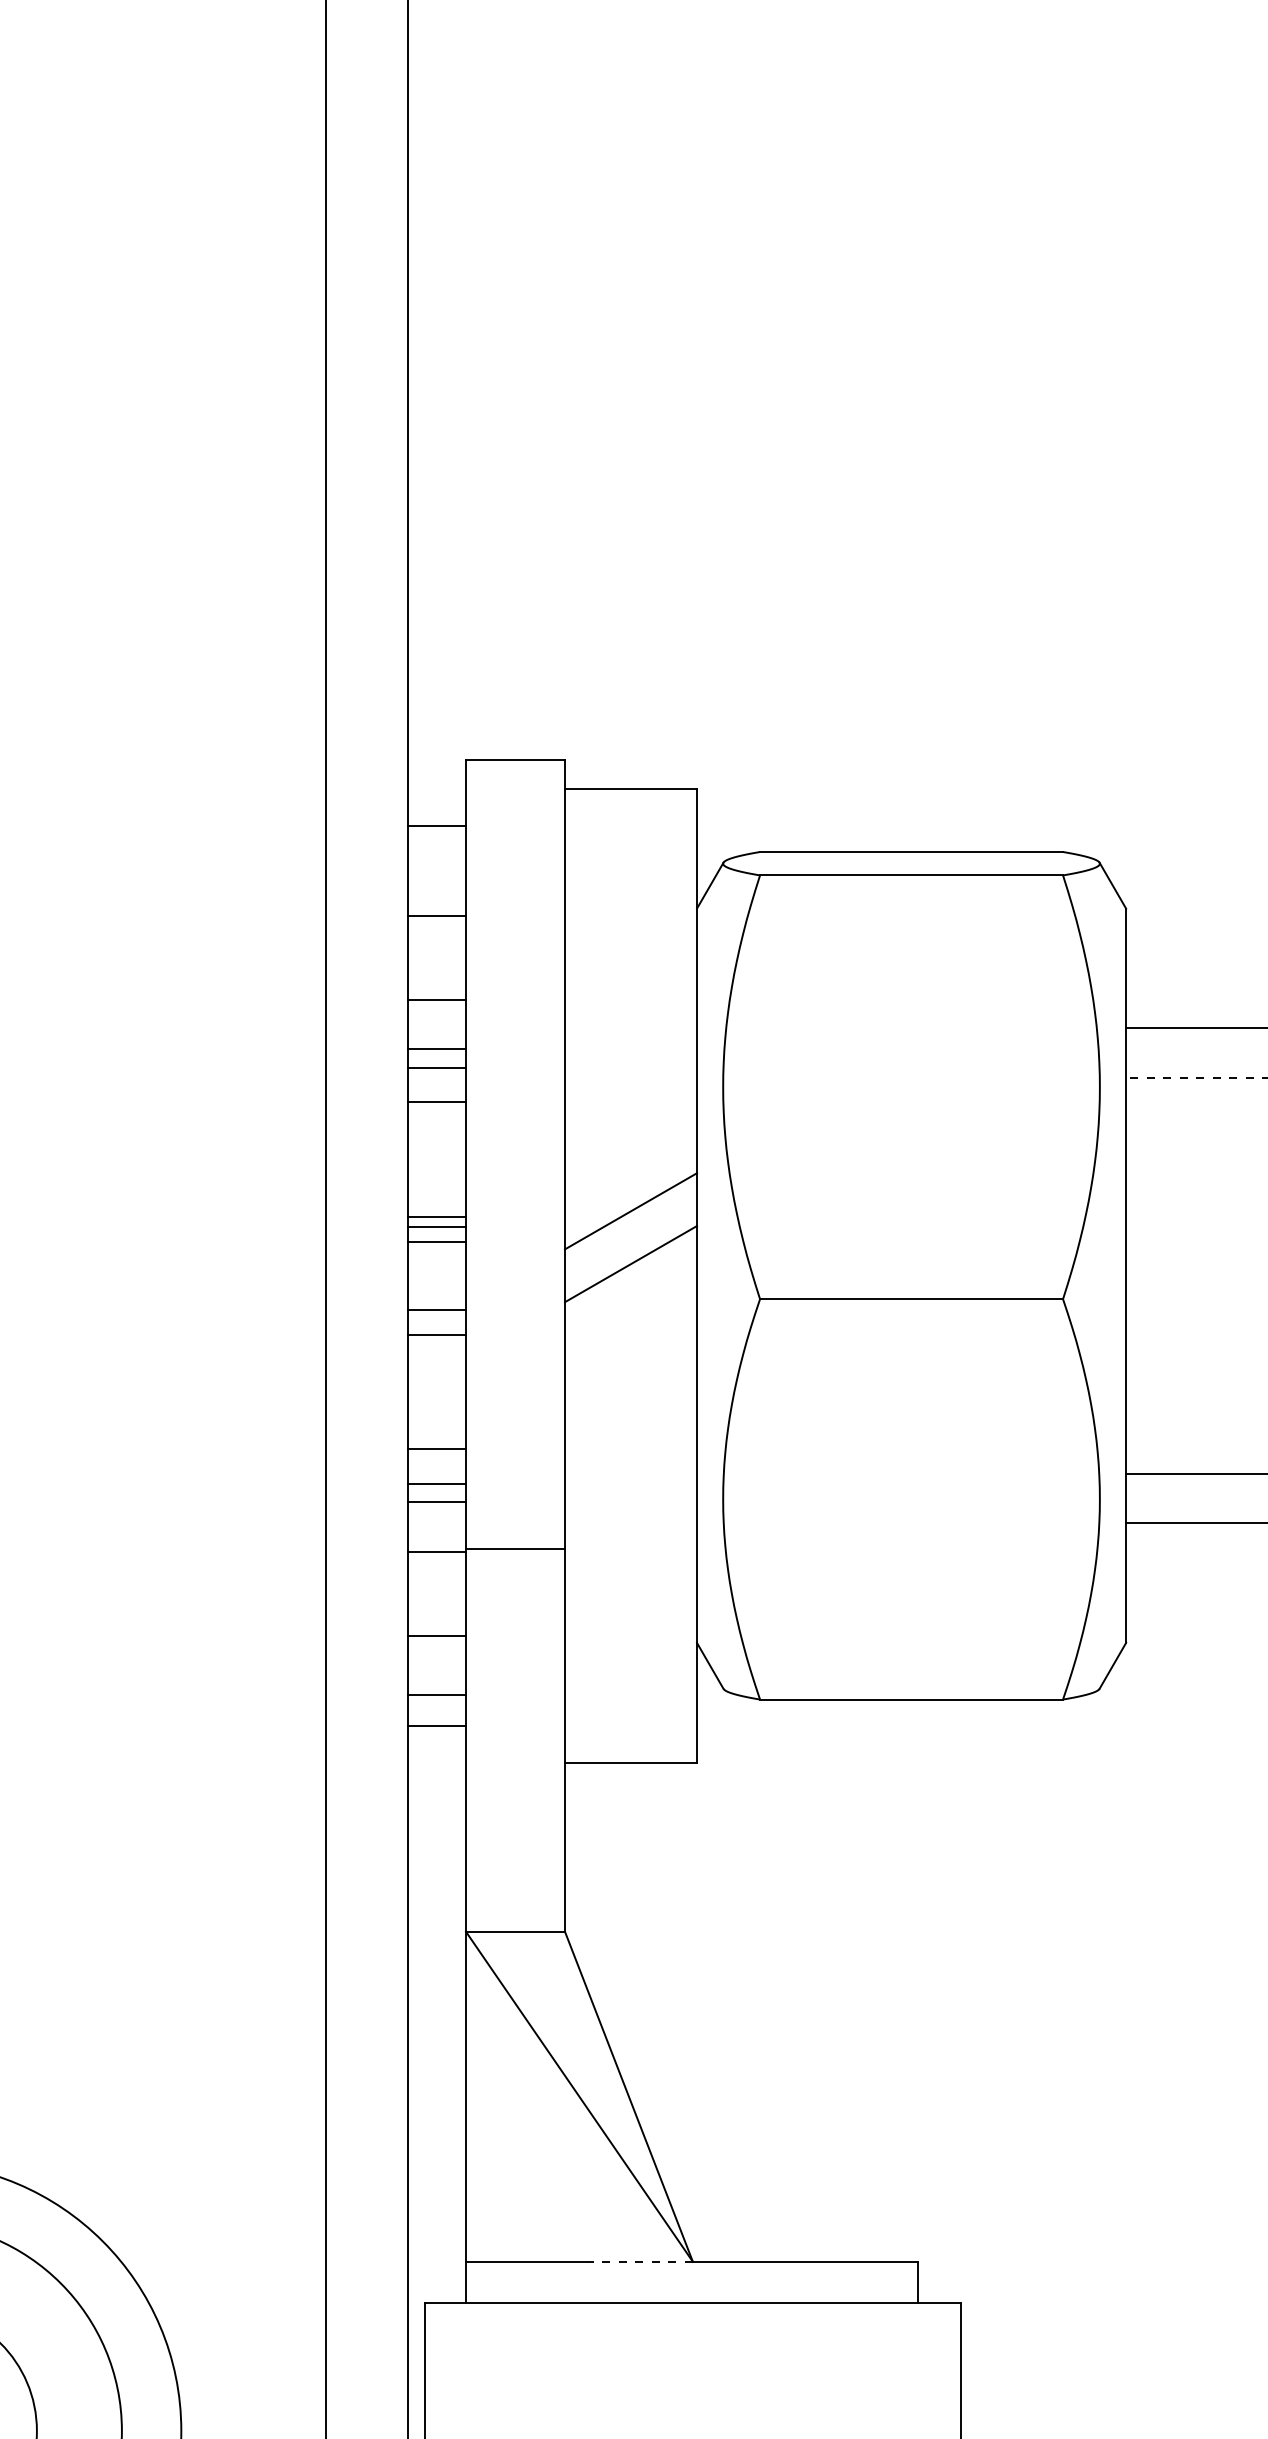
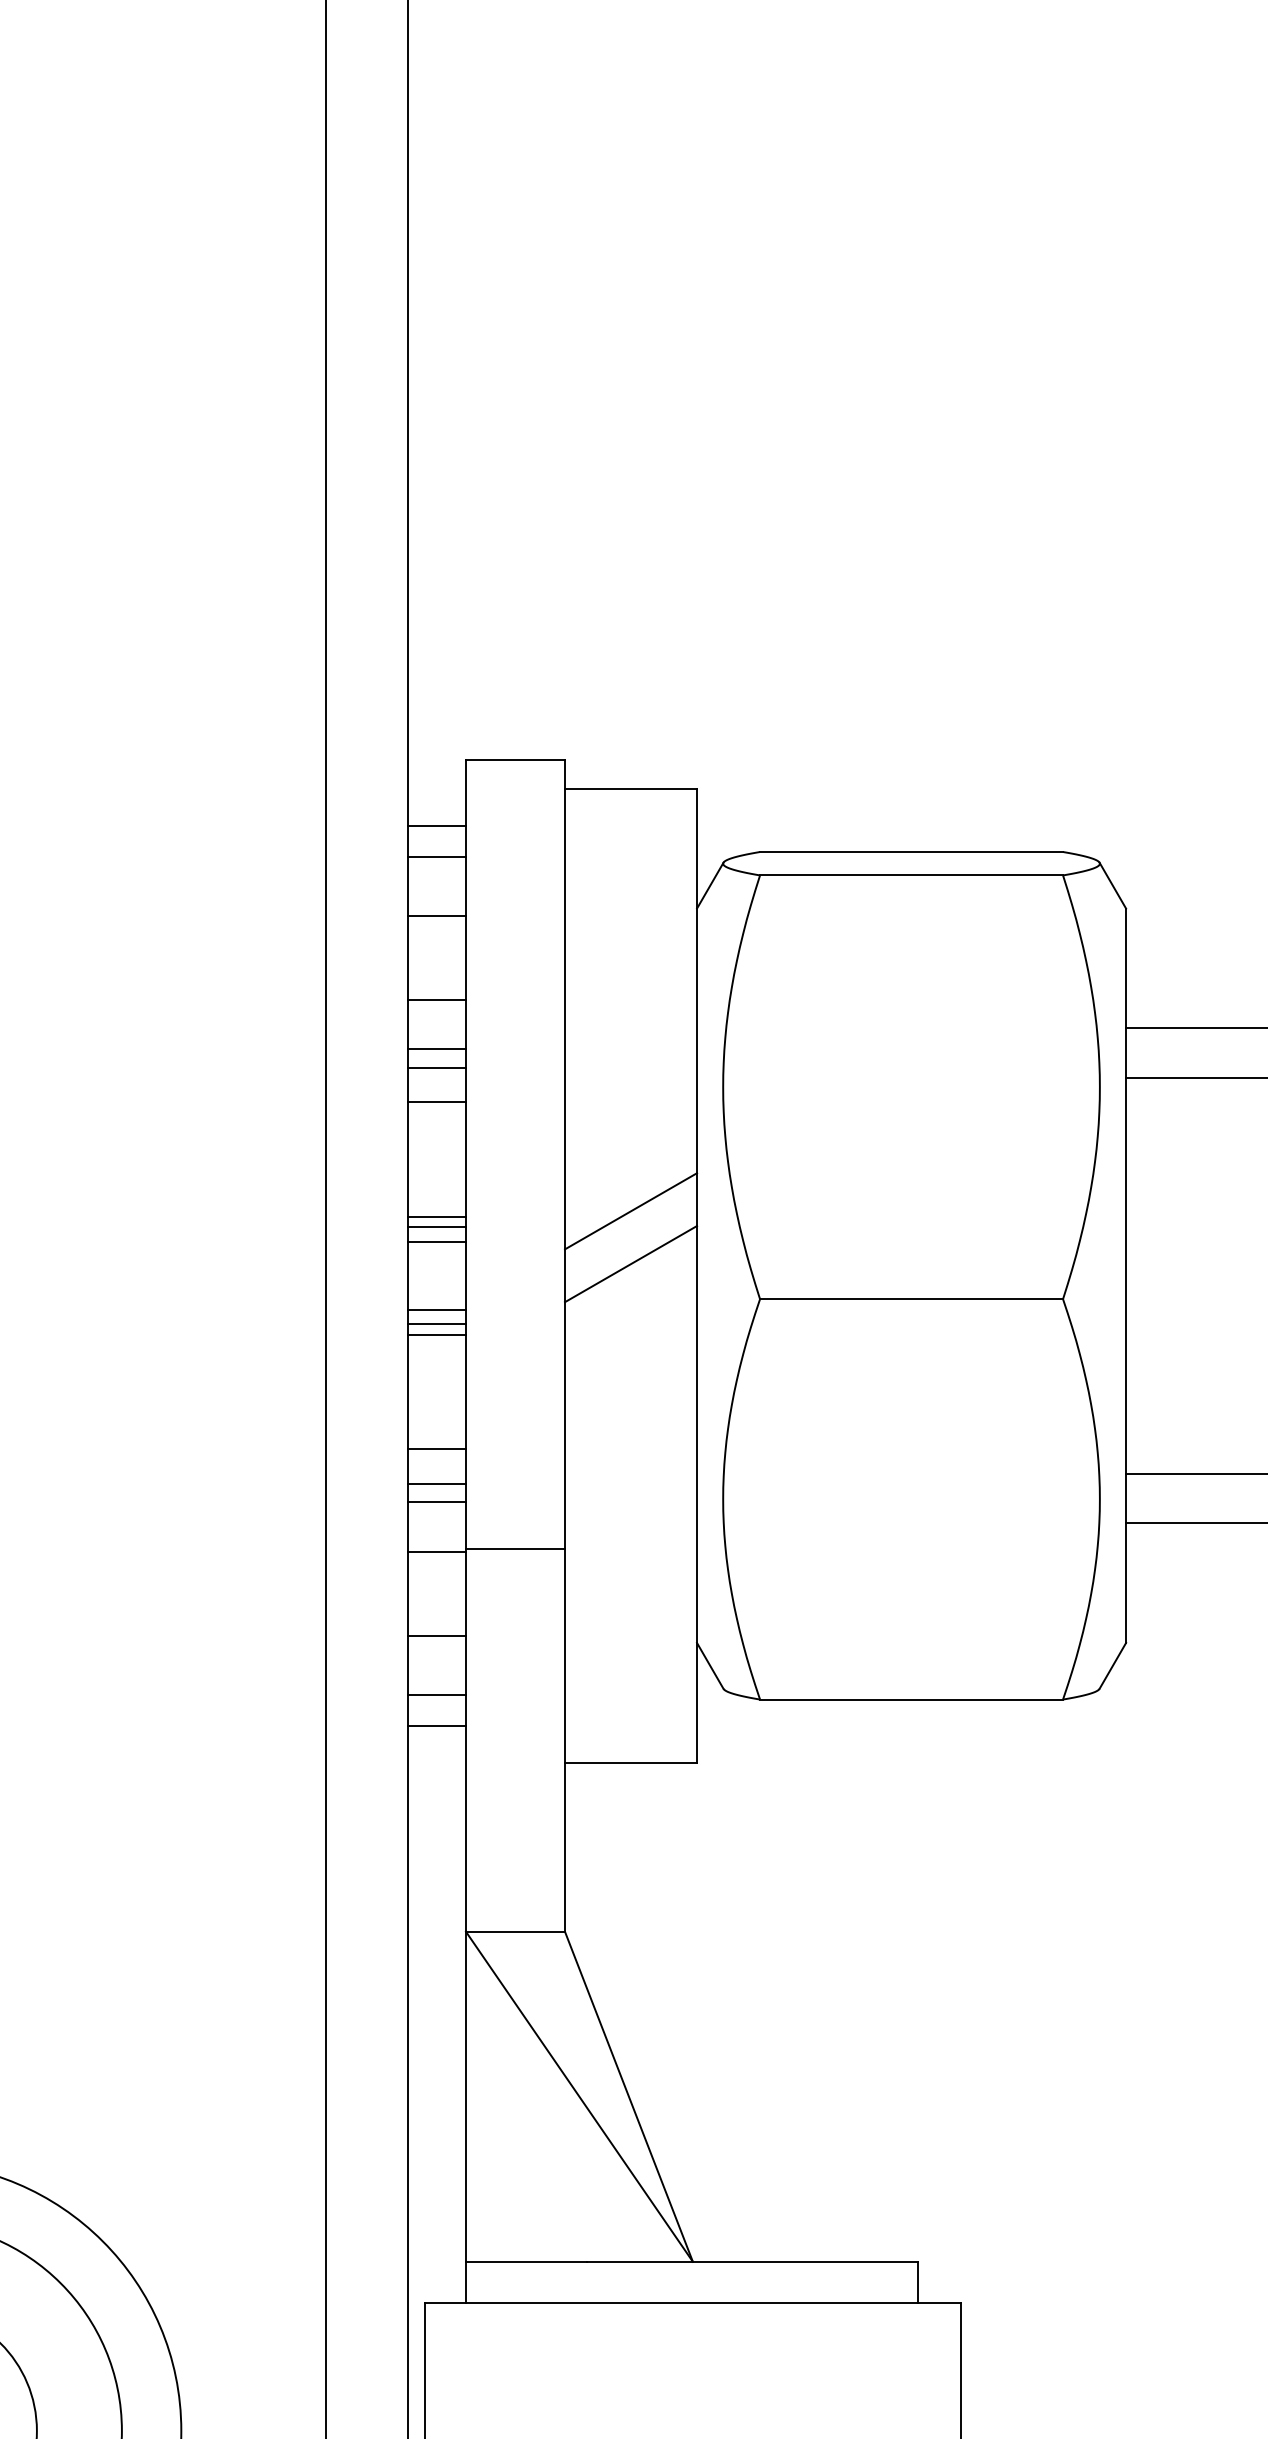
line at (436, 856): none -> present
line at (1196, 1077): dashed -> solid
line at (436, 1324): none -> present
line at (639, 2261): dashed -> solid
